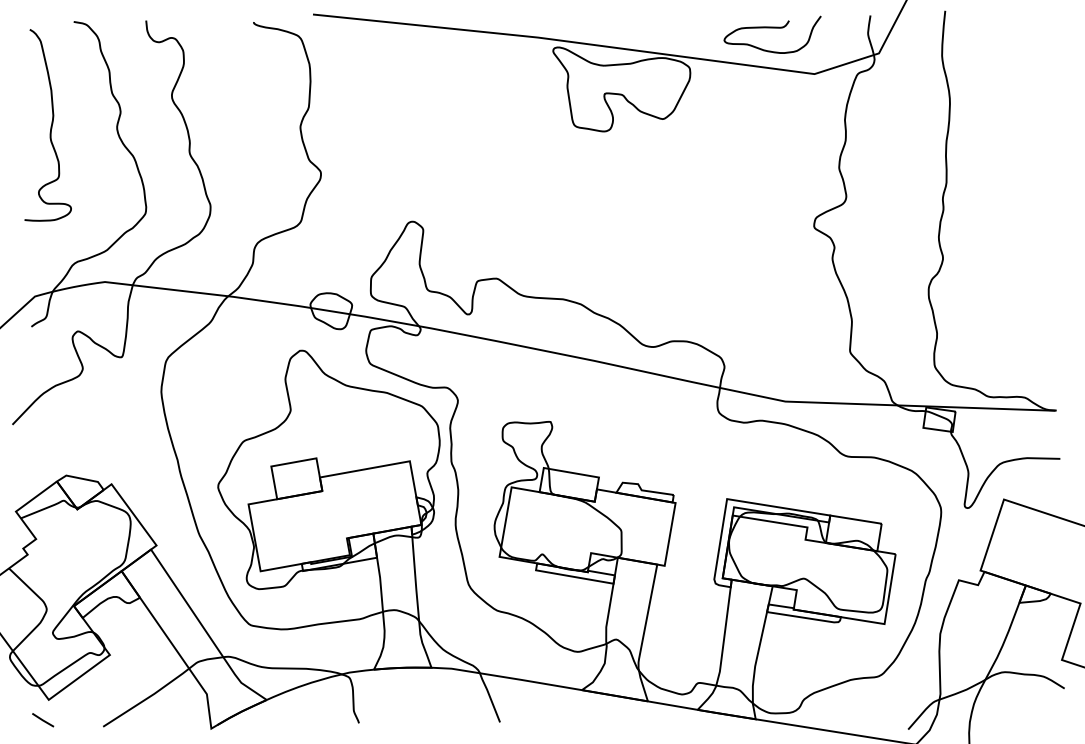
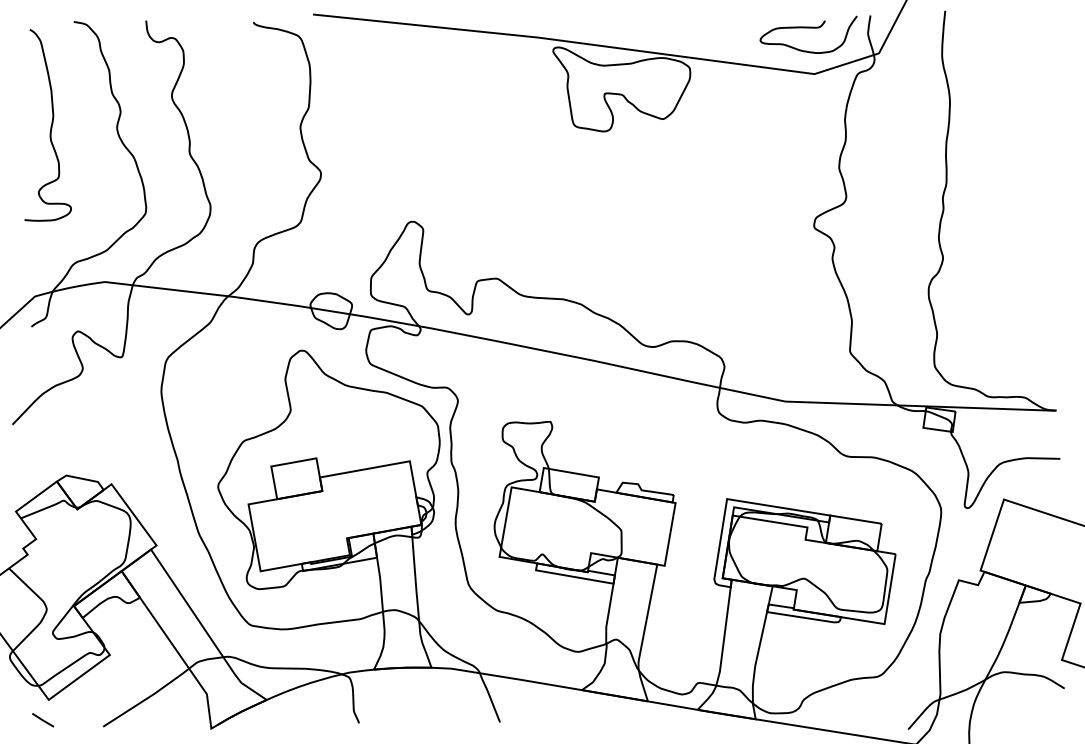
curve at (772, 28) position: (772, 28) -> (808, 28)
